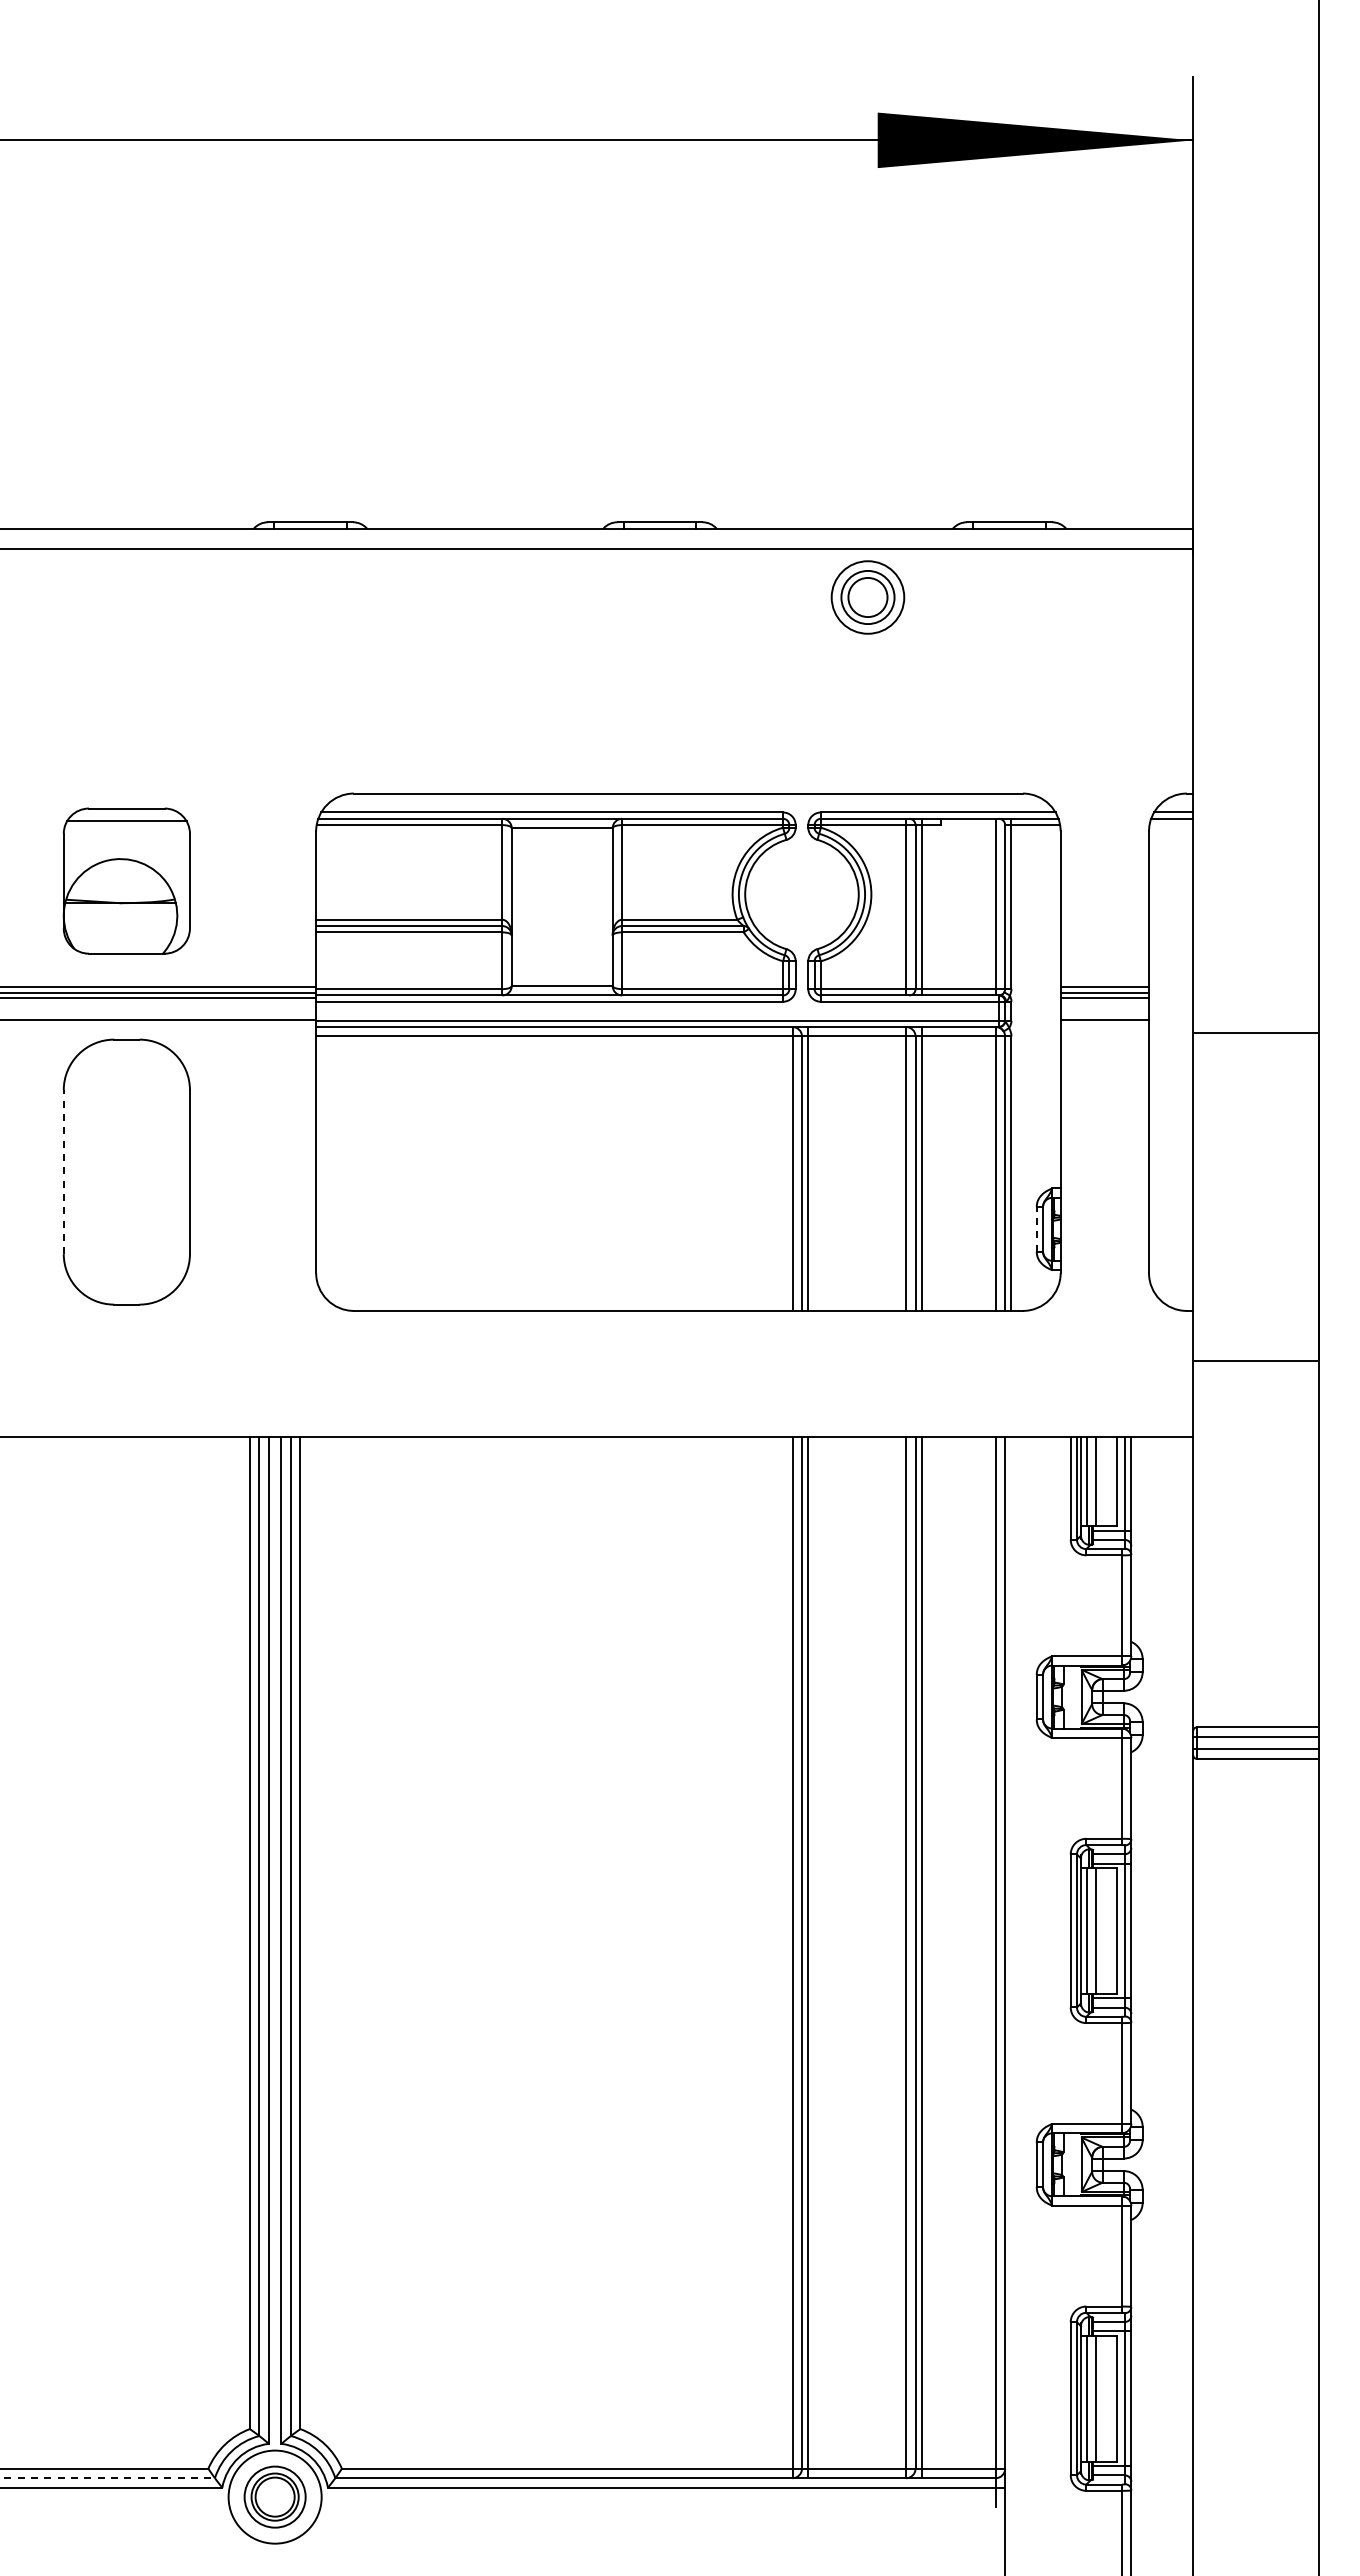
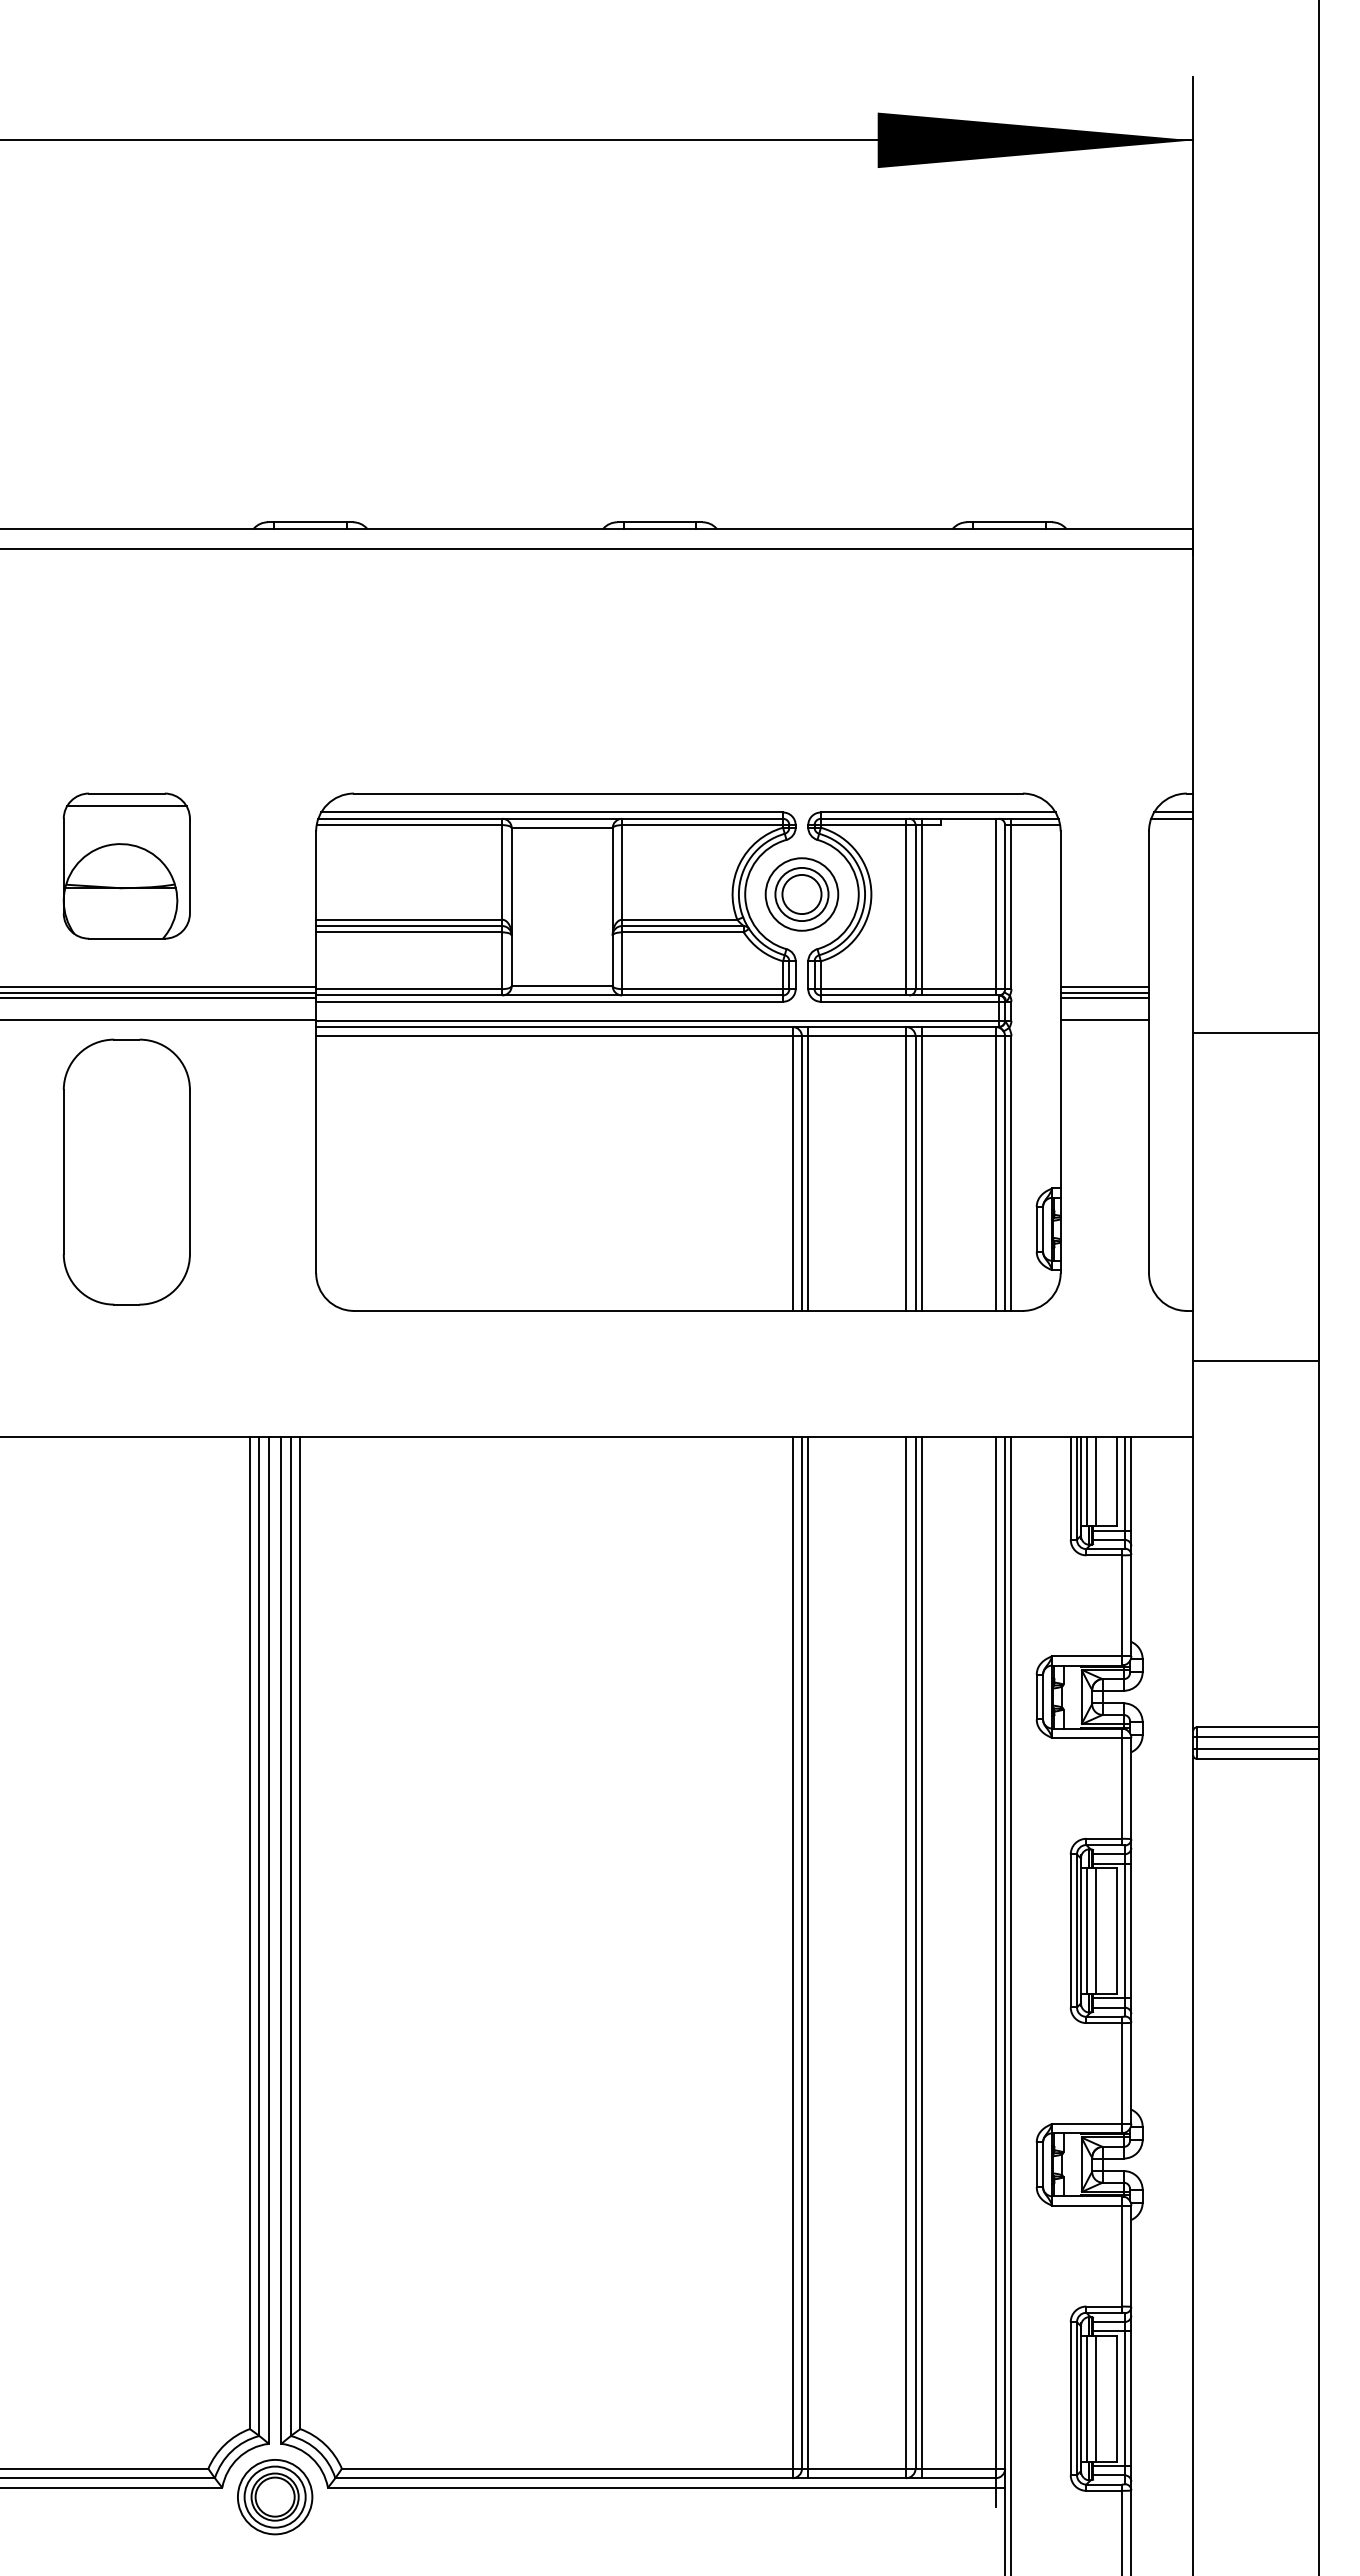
part at (867, 597) position: (867, 597) -> (801, 894)
part at (126, 880) position: (126, 880) -> (126, 865)
line at (63, 1171): dashed -> solid
line at (1036, 1228): dashed -> solid
line at (1011, 2004): none -> present
line at (107, 2478): dashed -> solid
circle at (274, 2496) diameter: 93 px -> 74 px
